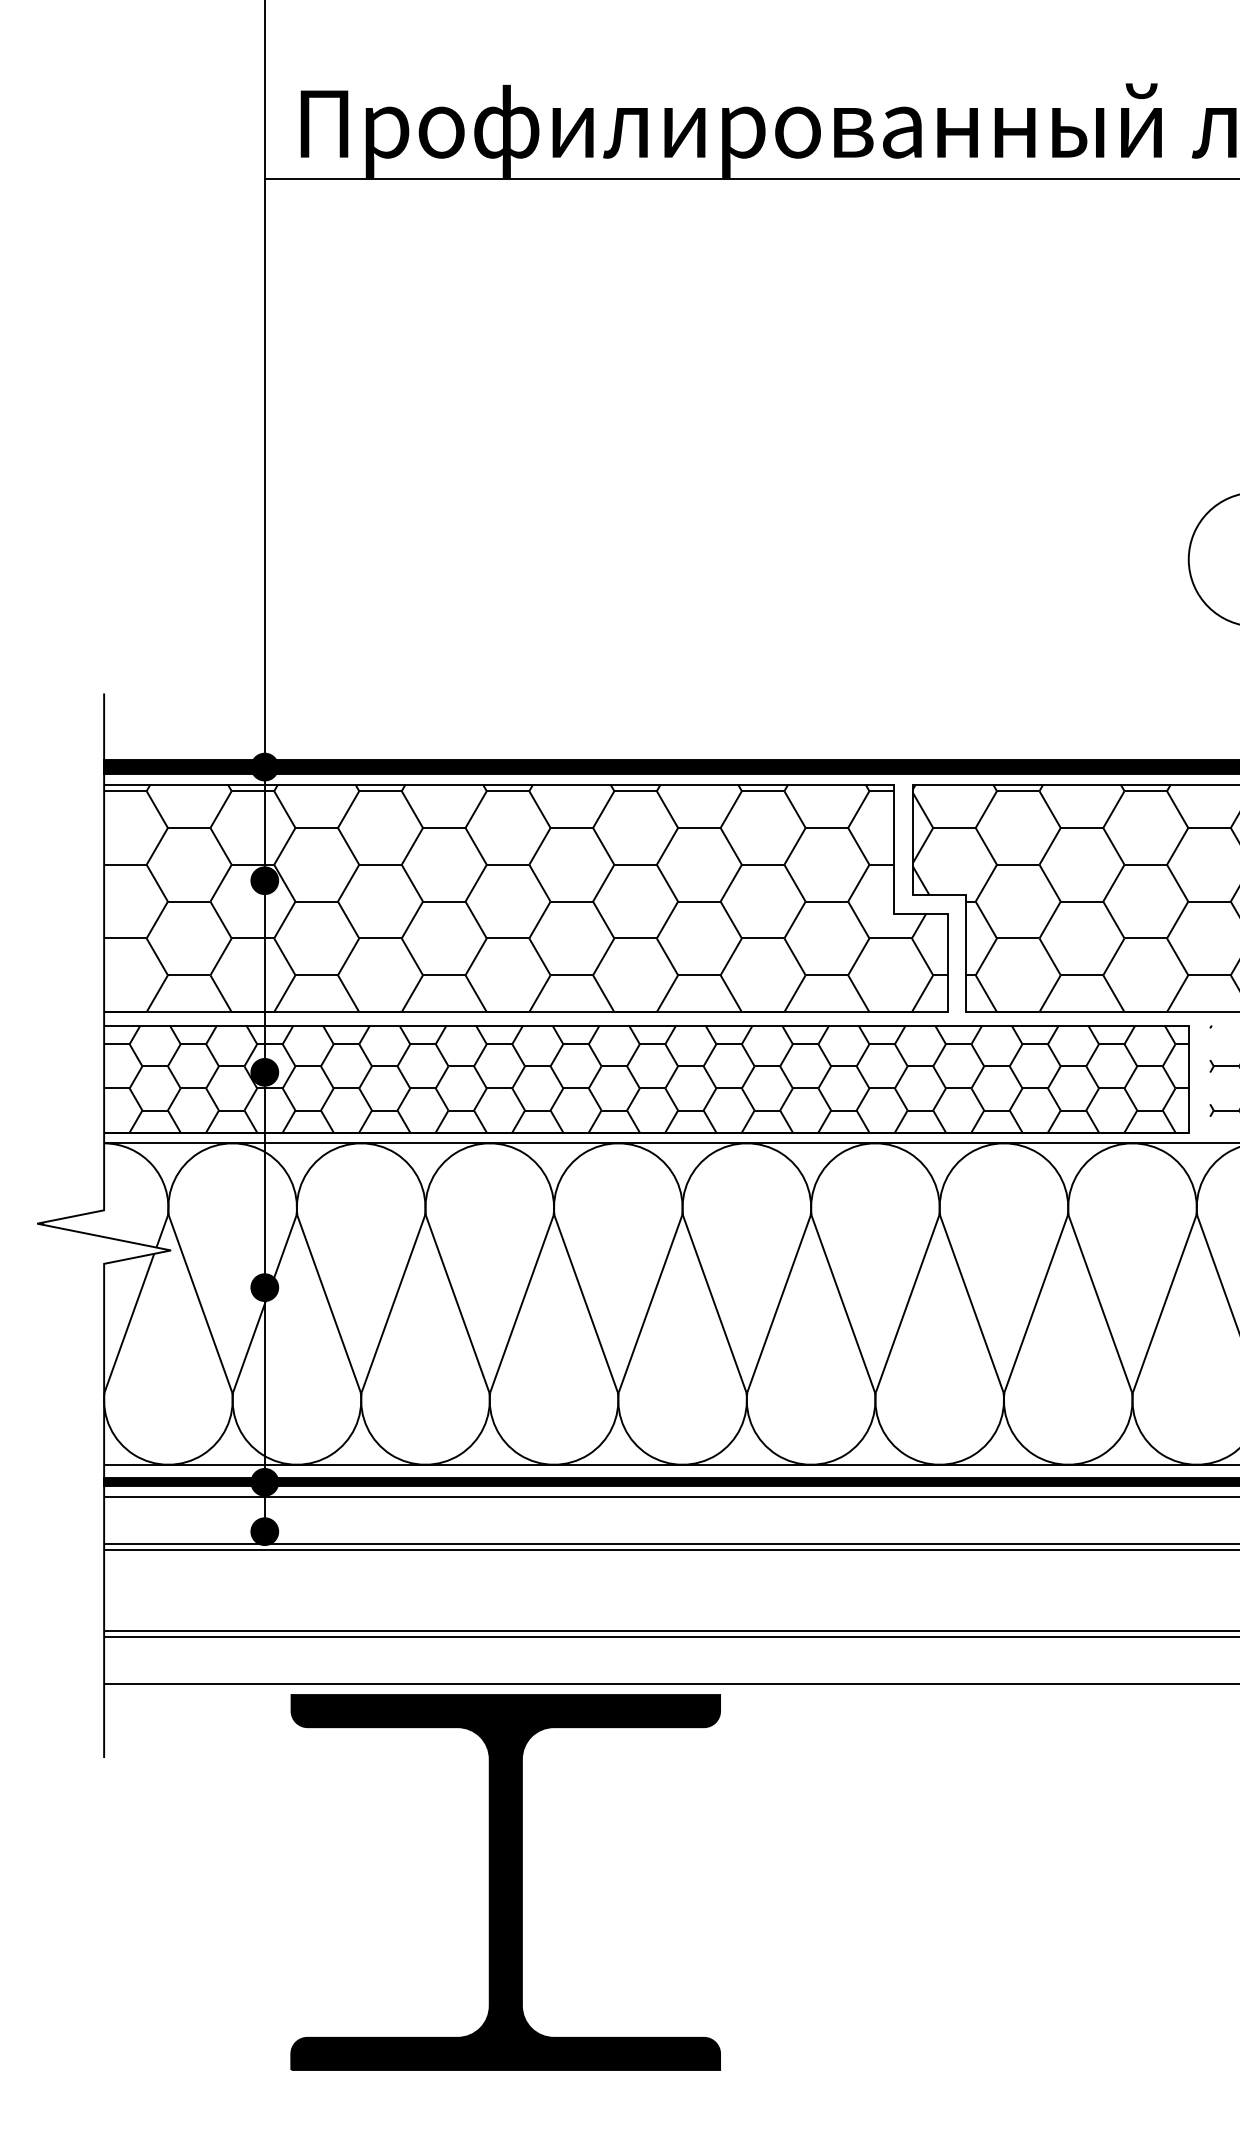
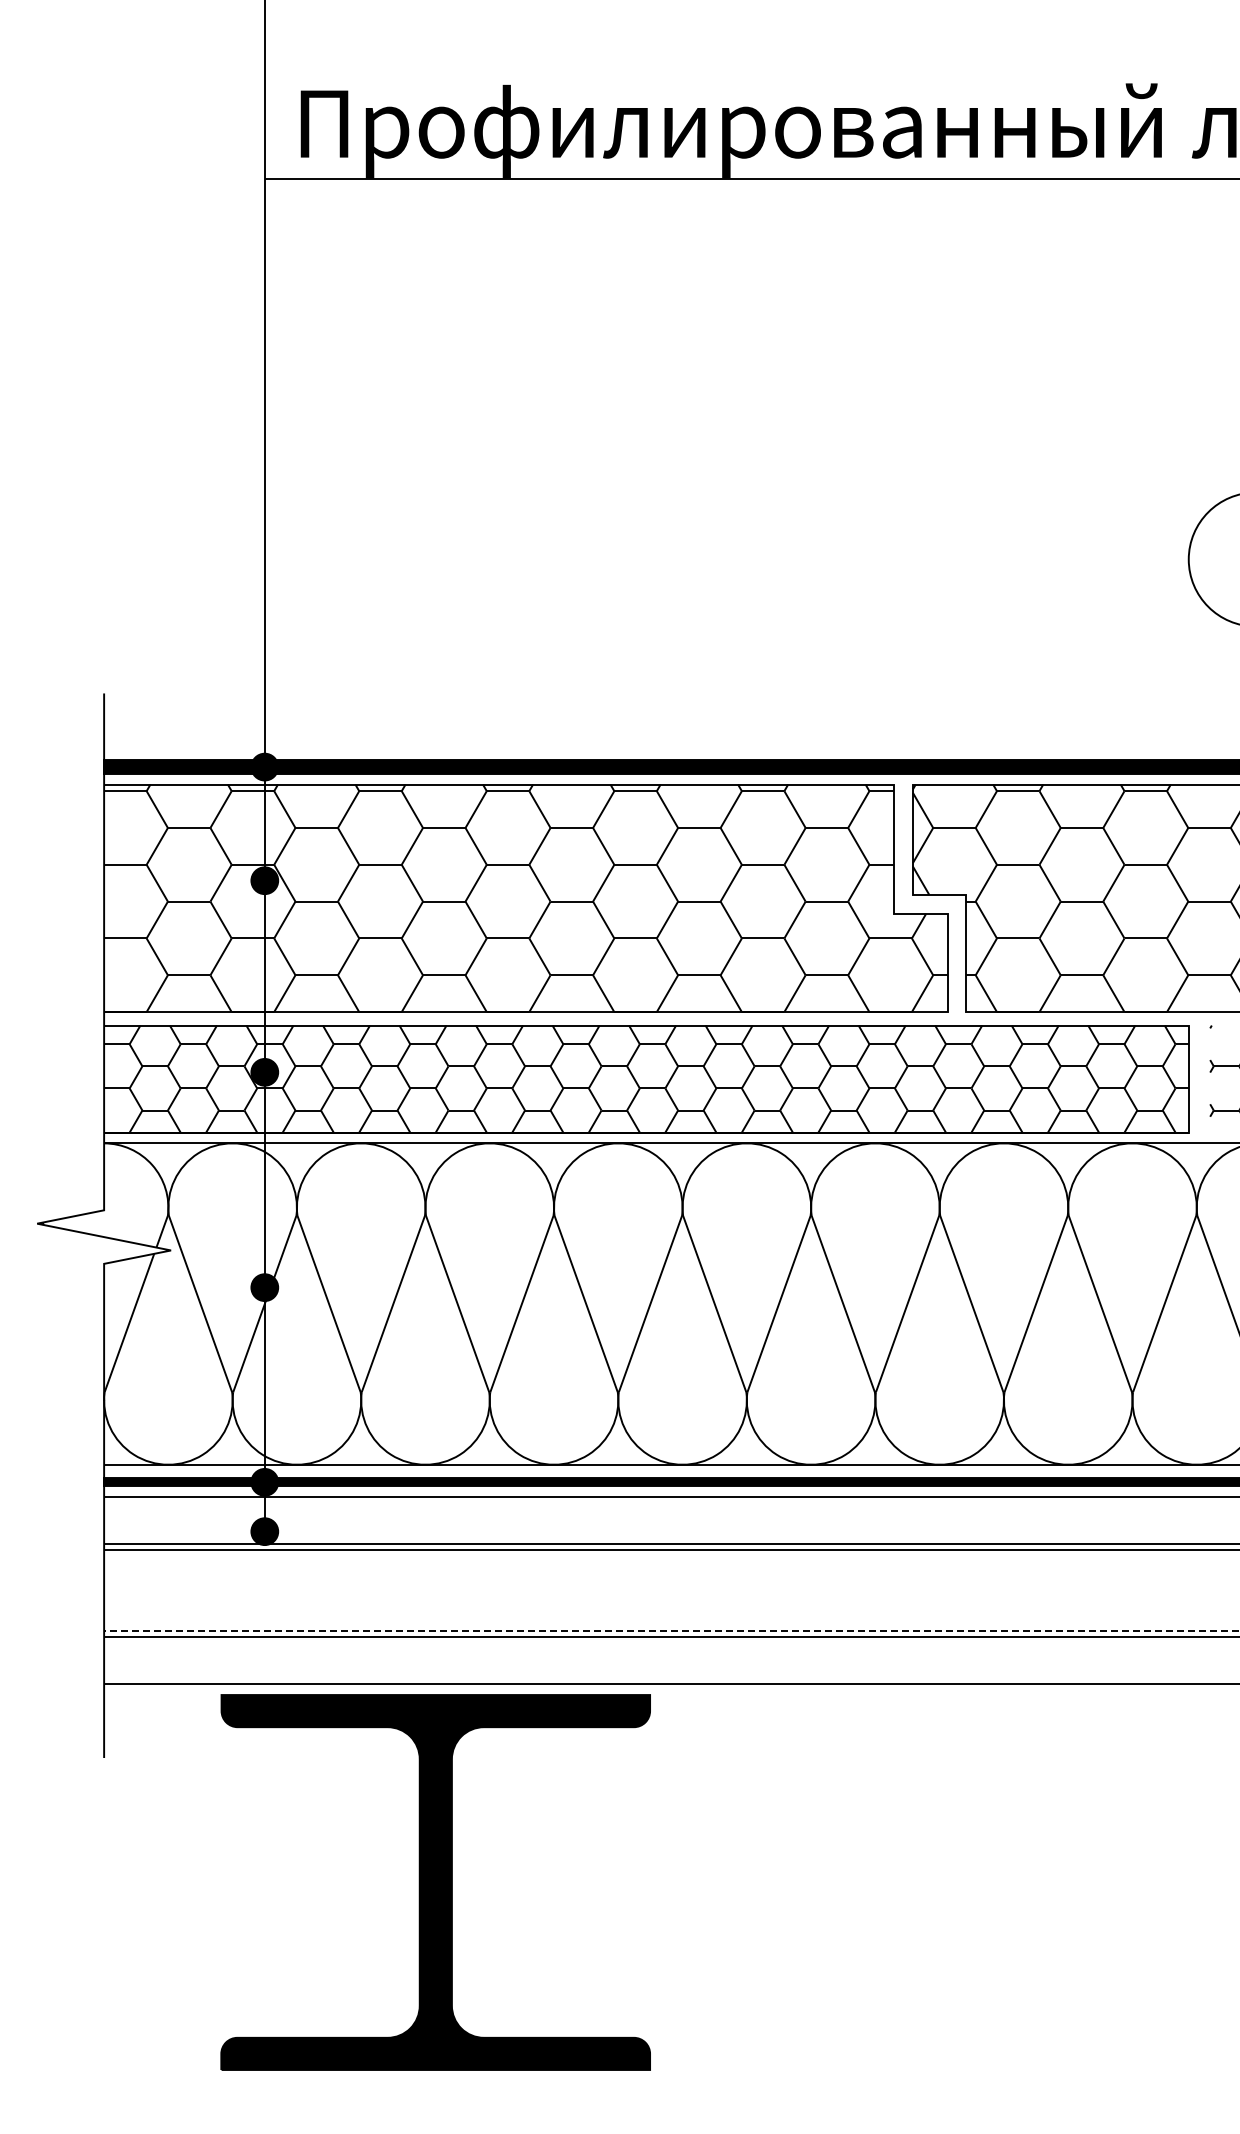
line at (671, 1630): solid -> dashed
part at (505, 1882) position: (505, 1882) -> (435, 1882)
